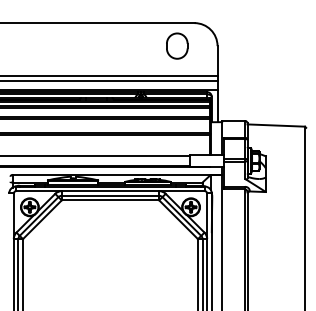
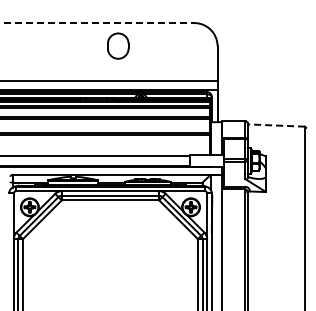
line at (97, 23): solid -> dashed
part at (177, 45) position: (177, 45) -> (118, 45)
line at (109, 76): present -> none
line at (276, 125): solid -> dashed
